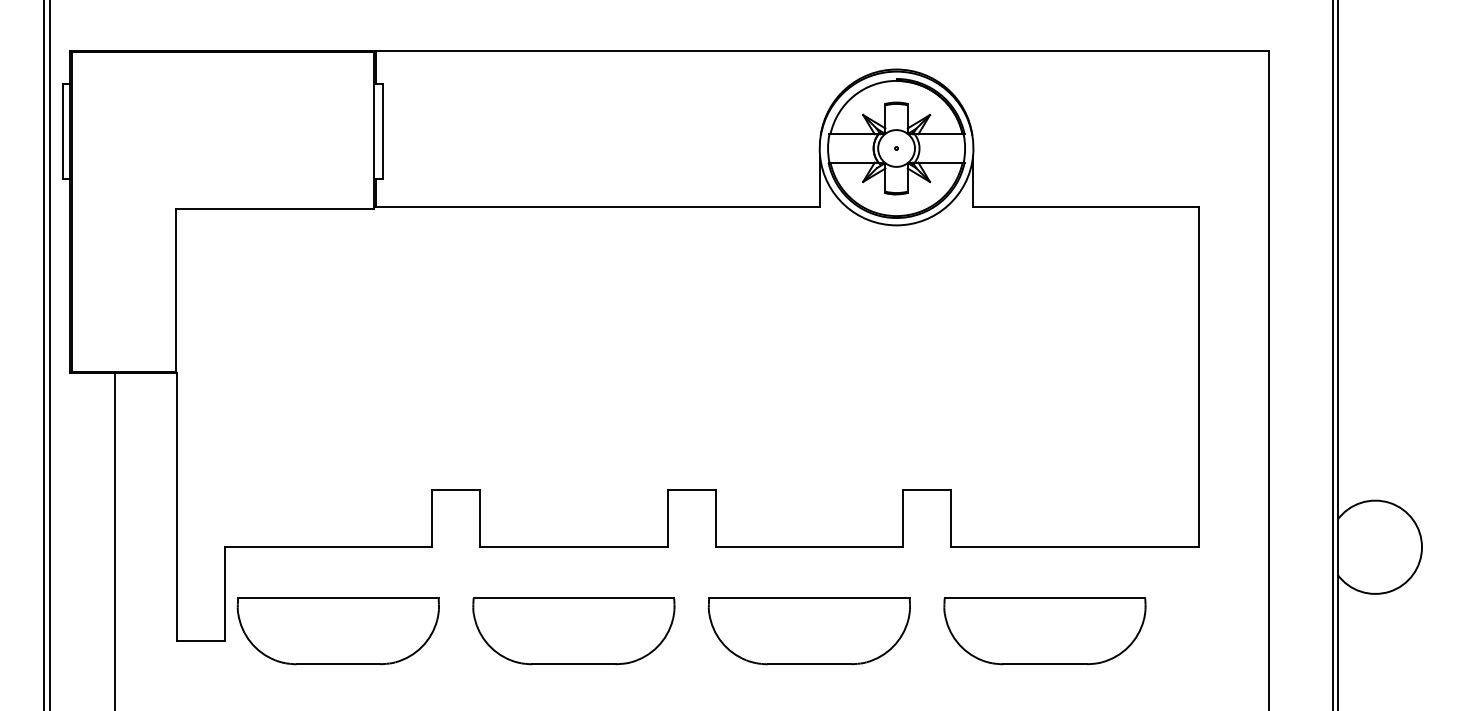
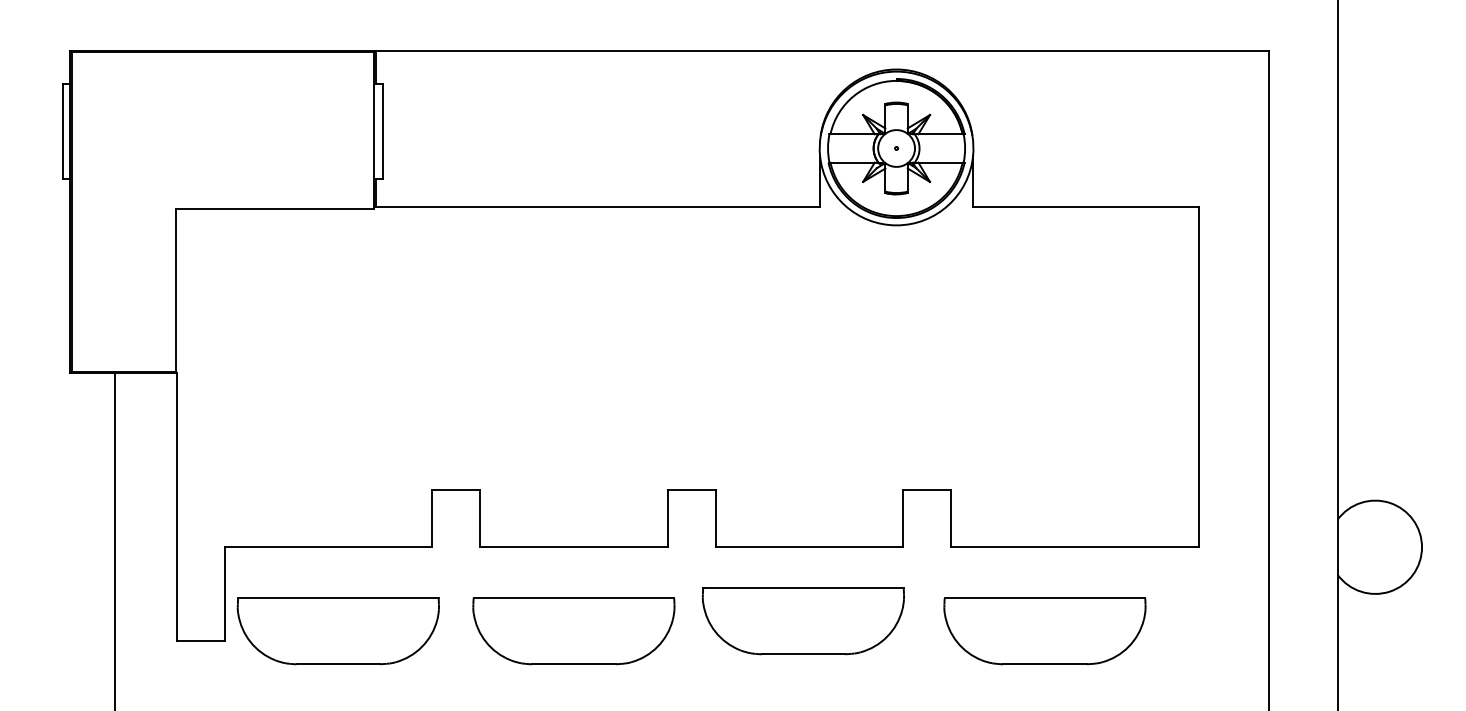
line at (43, 354): present -> none
line at (49, 354): present -> none
line at (1333, 354): present -> none
part at (808, 631) position: (808, 631) -> (802, 621)
